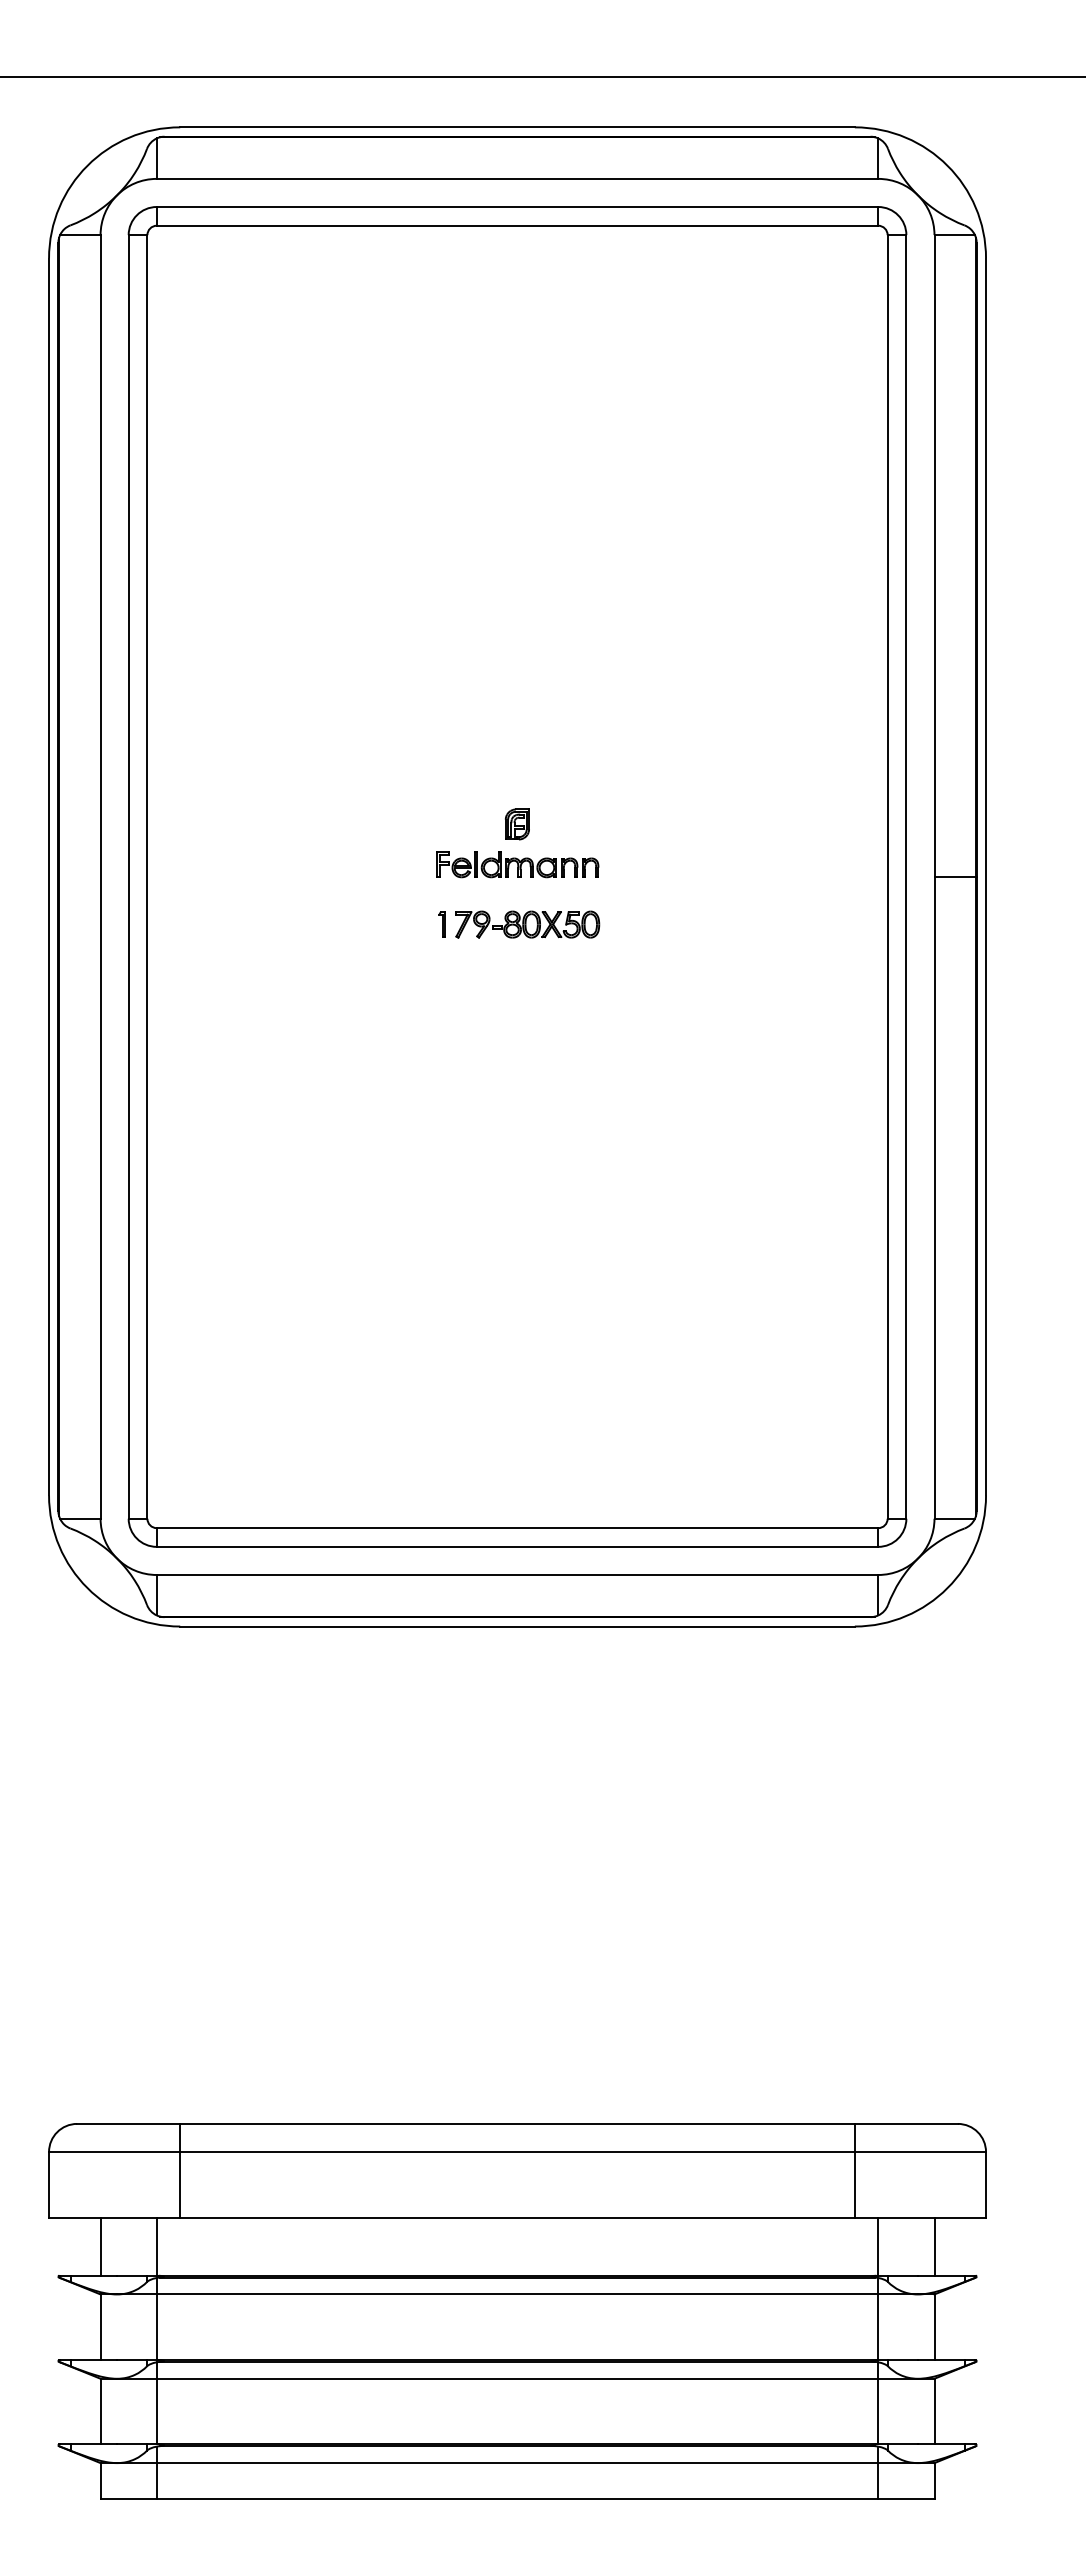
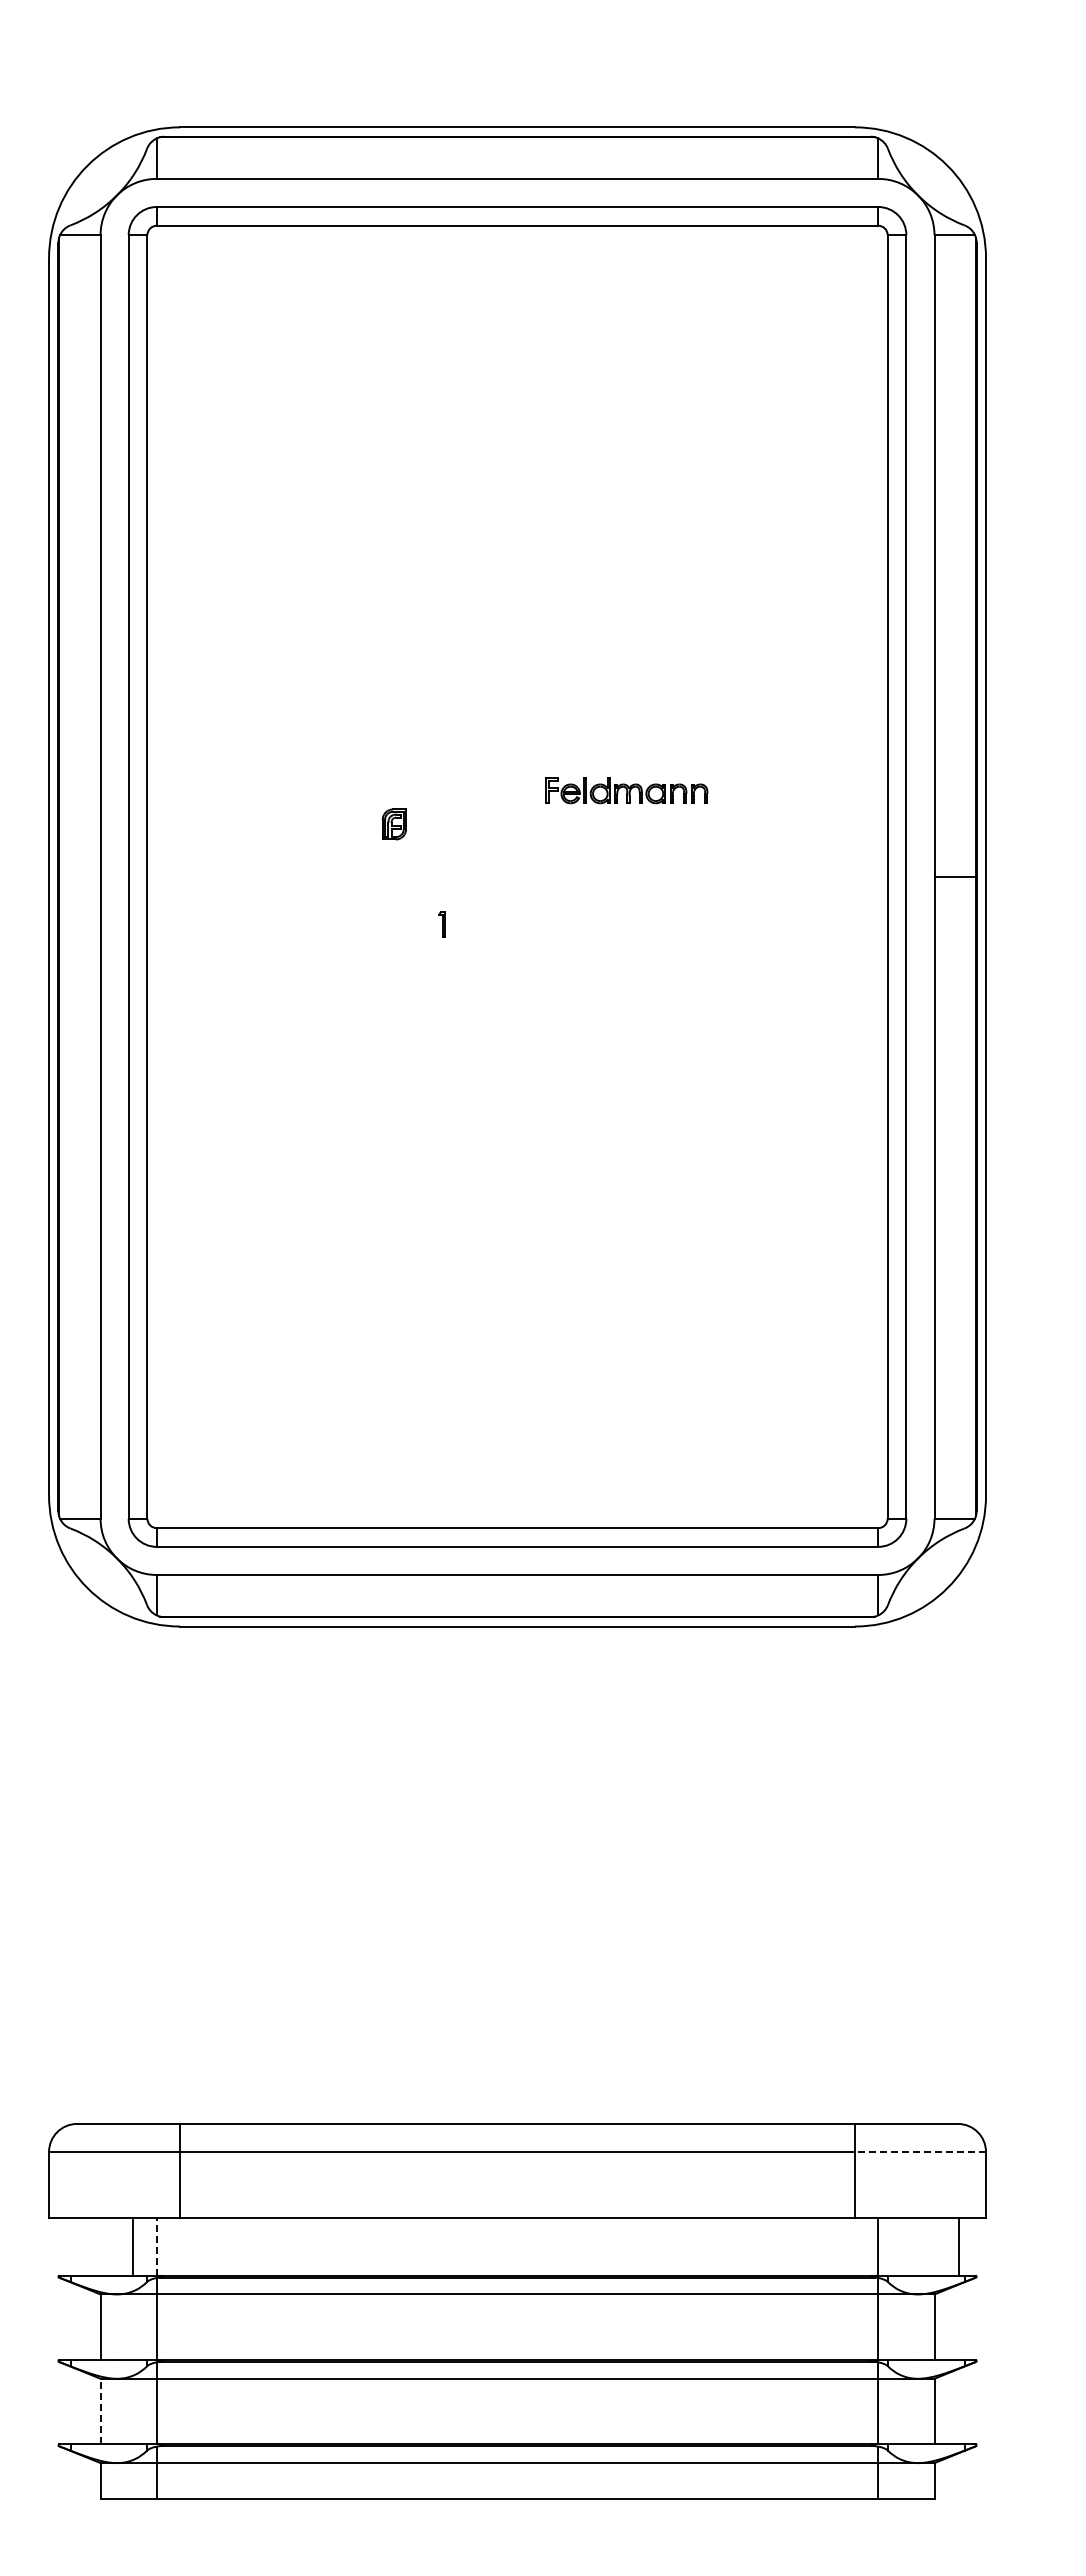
line at (542, 77): present -> none
part at (517, 824) position: (517, 824) -> (394, 824)
part at (517, 864) position: (517, 864) -> (626, 790)
part at (527, 924): present -> none
line at (920, 2152): solid -> dashed
line at (100, 2246) position: (100, 2246) -> (132, 2246)
line at (156, 2246): solid -> dashed
line at (934, 2246) position: (934, 2246) -> (958, 2246)
line at (100, 2411): solid -> dashed
